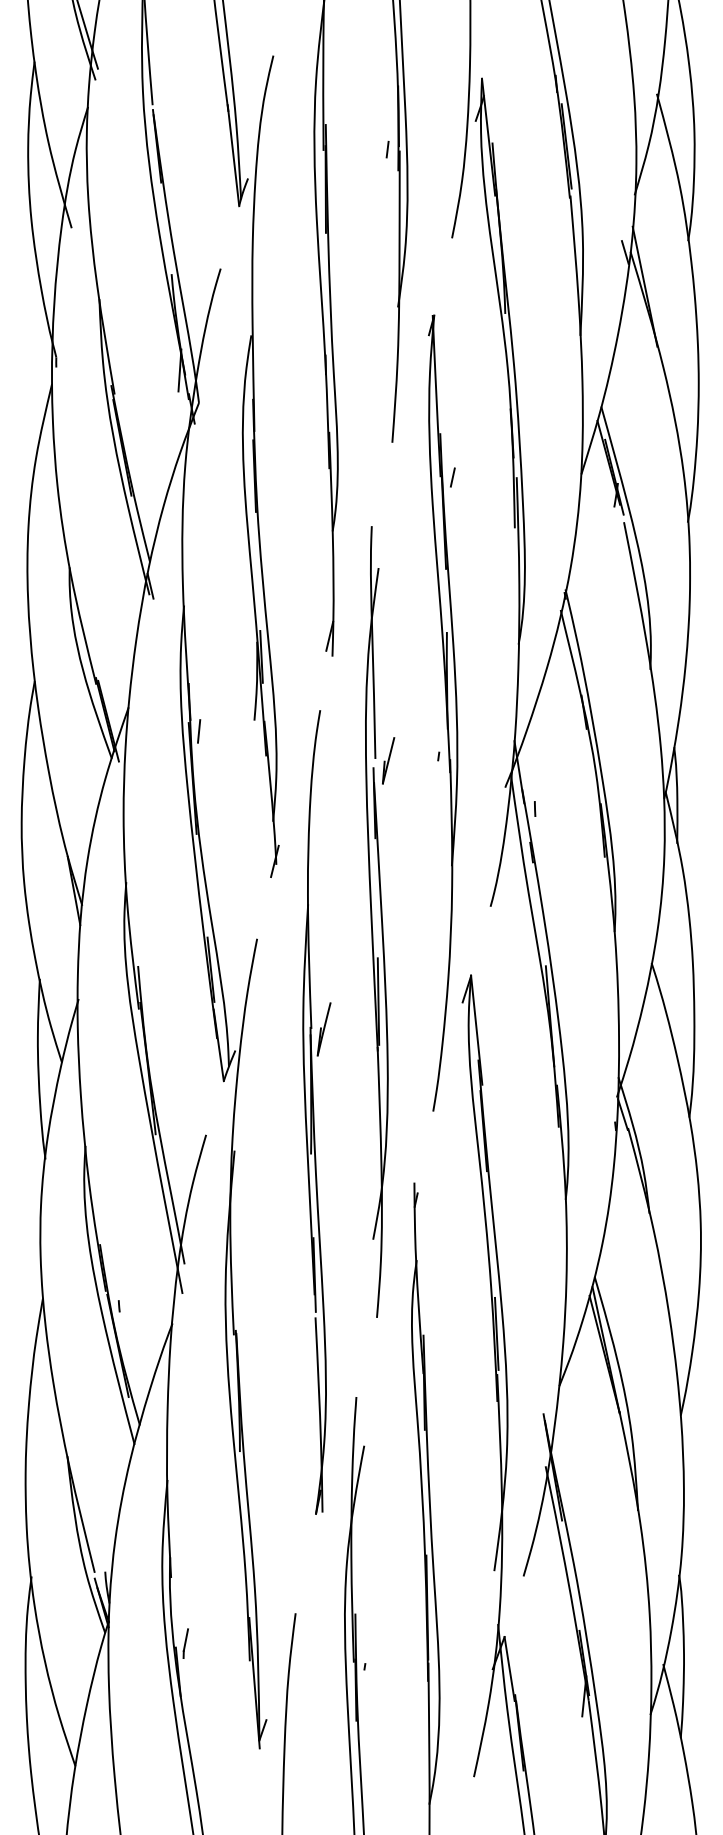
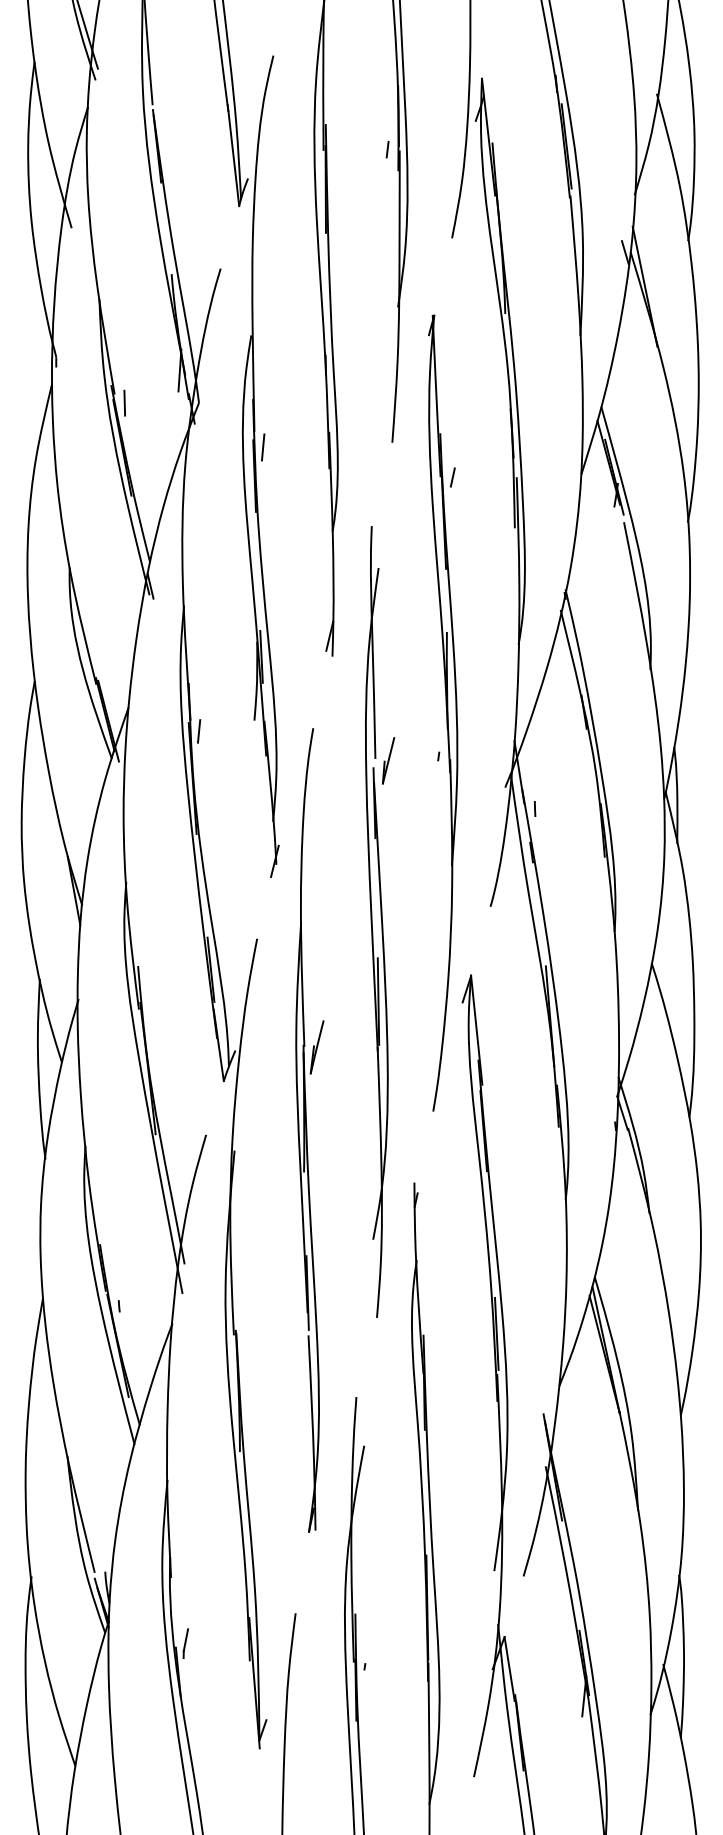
line at (124, 402): none -> present
line at (262, 447): none -> present
part at (316, 1112) position: (316, 1112) -> (309, 1130)
